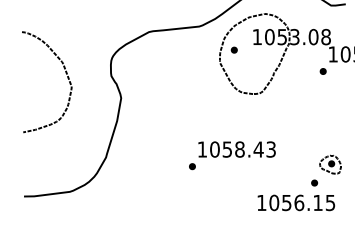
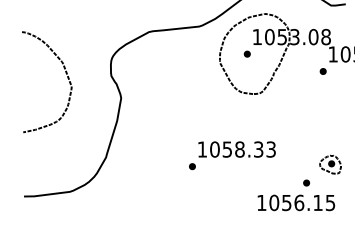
part at (233, 49) position: (233, 49) -> (246, 53)
text at (258, 149): 1058.43 -> 1058.33
part at (314, 182) position: (314, 182) -> (306, 182)
